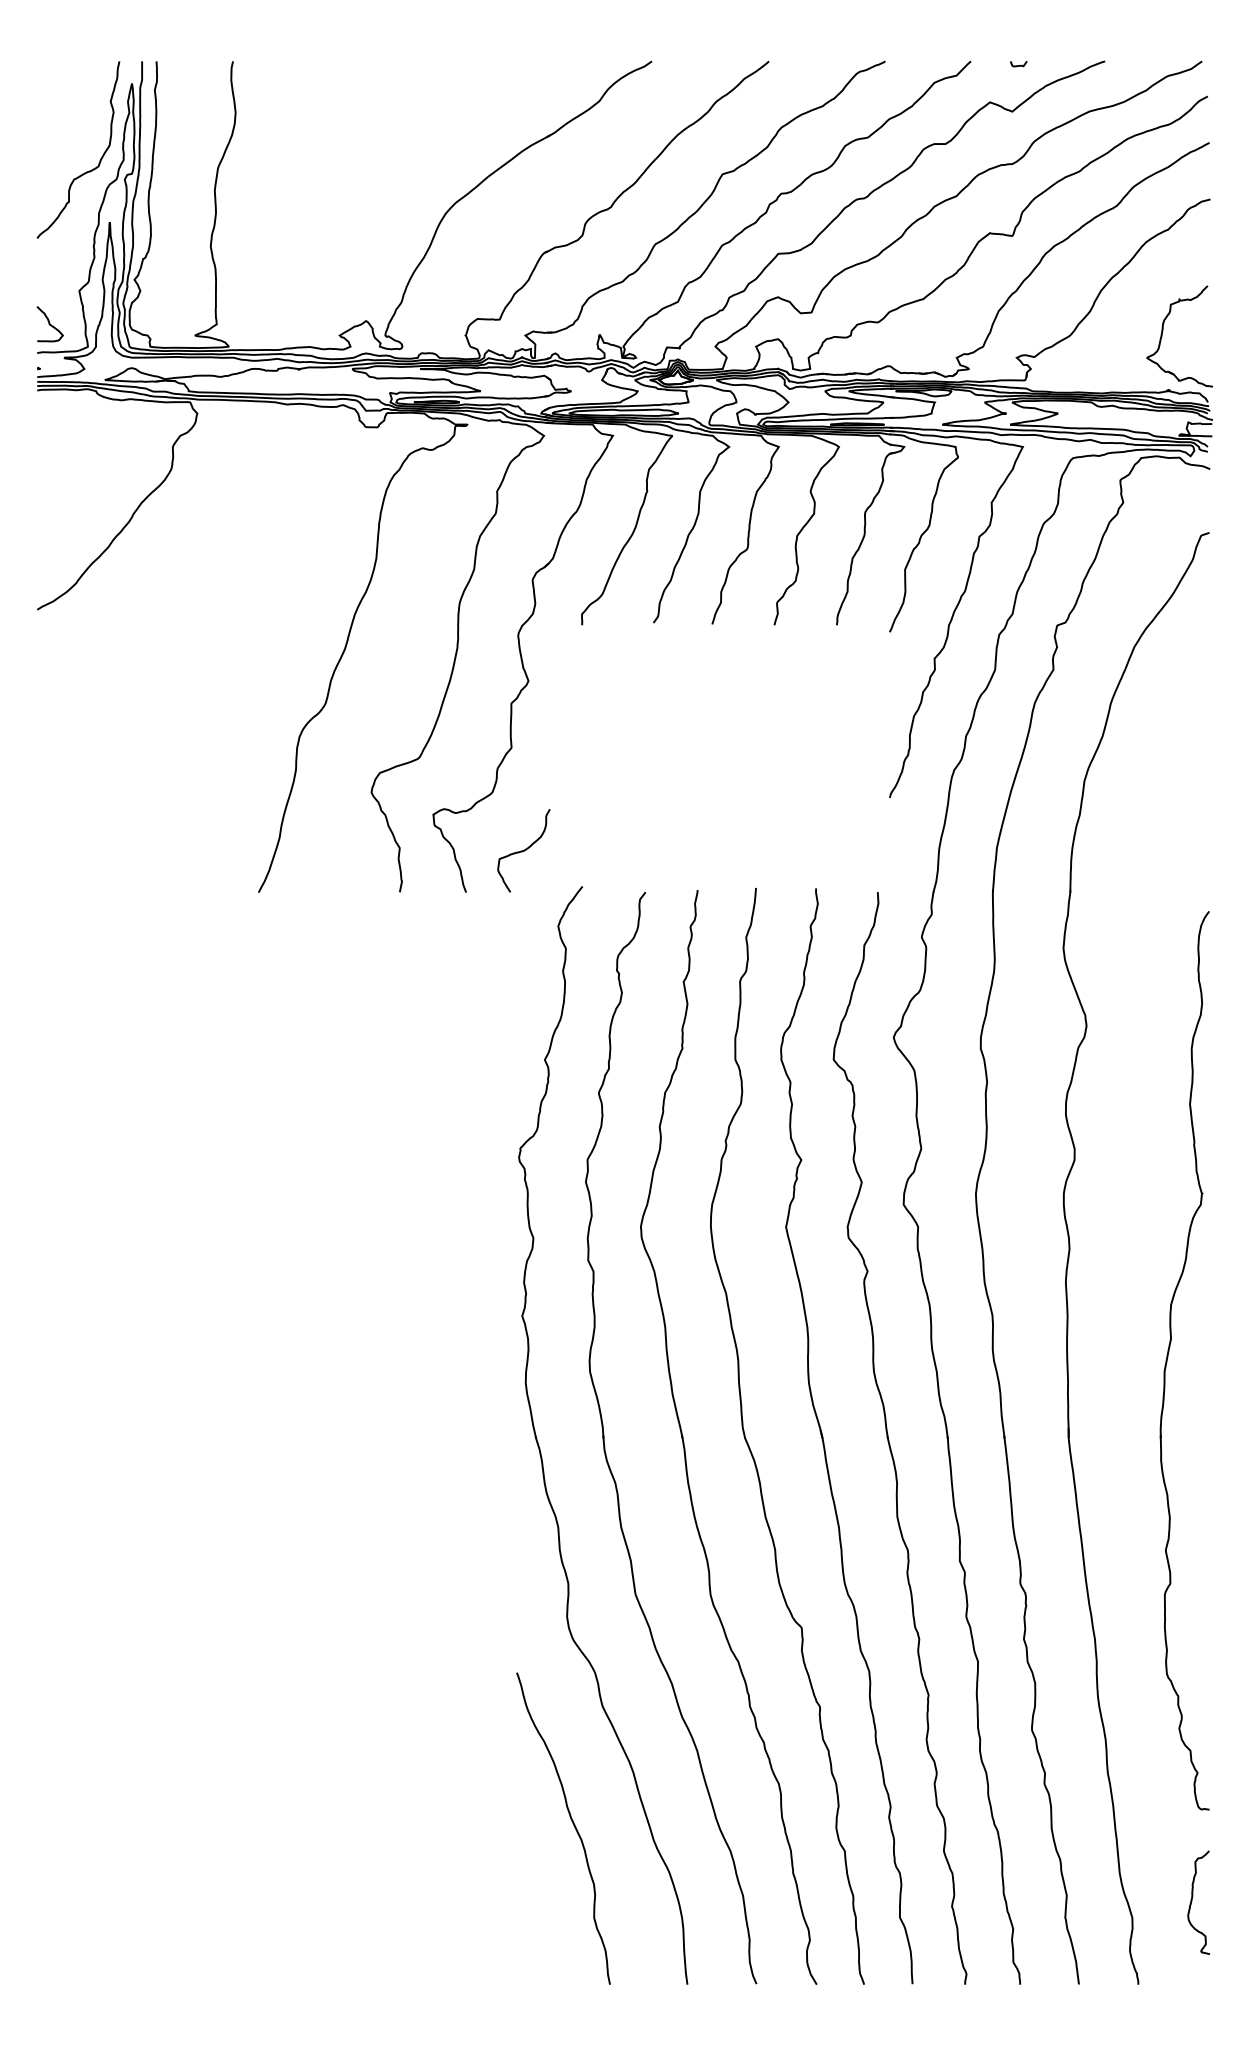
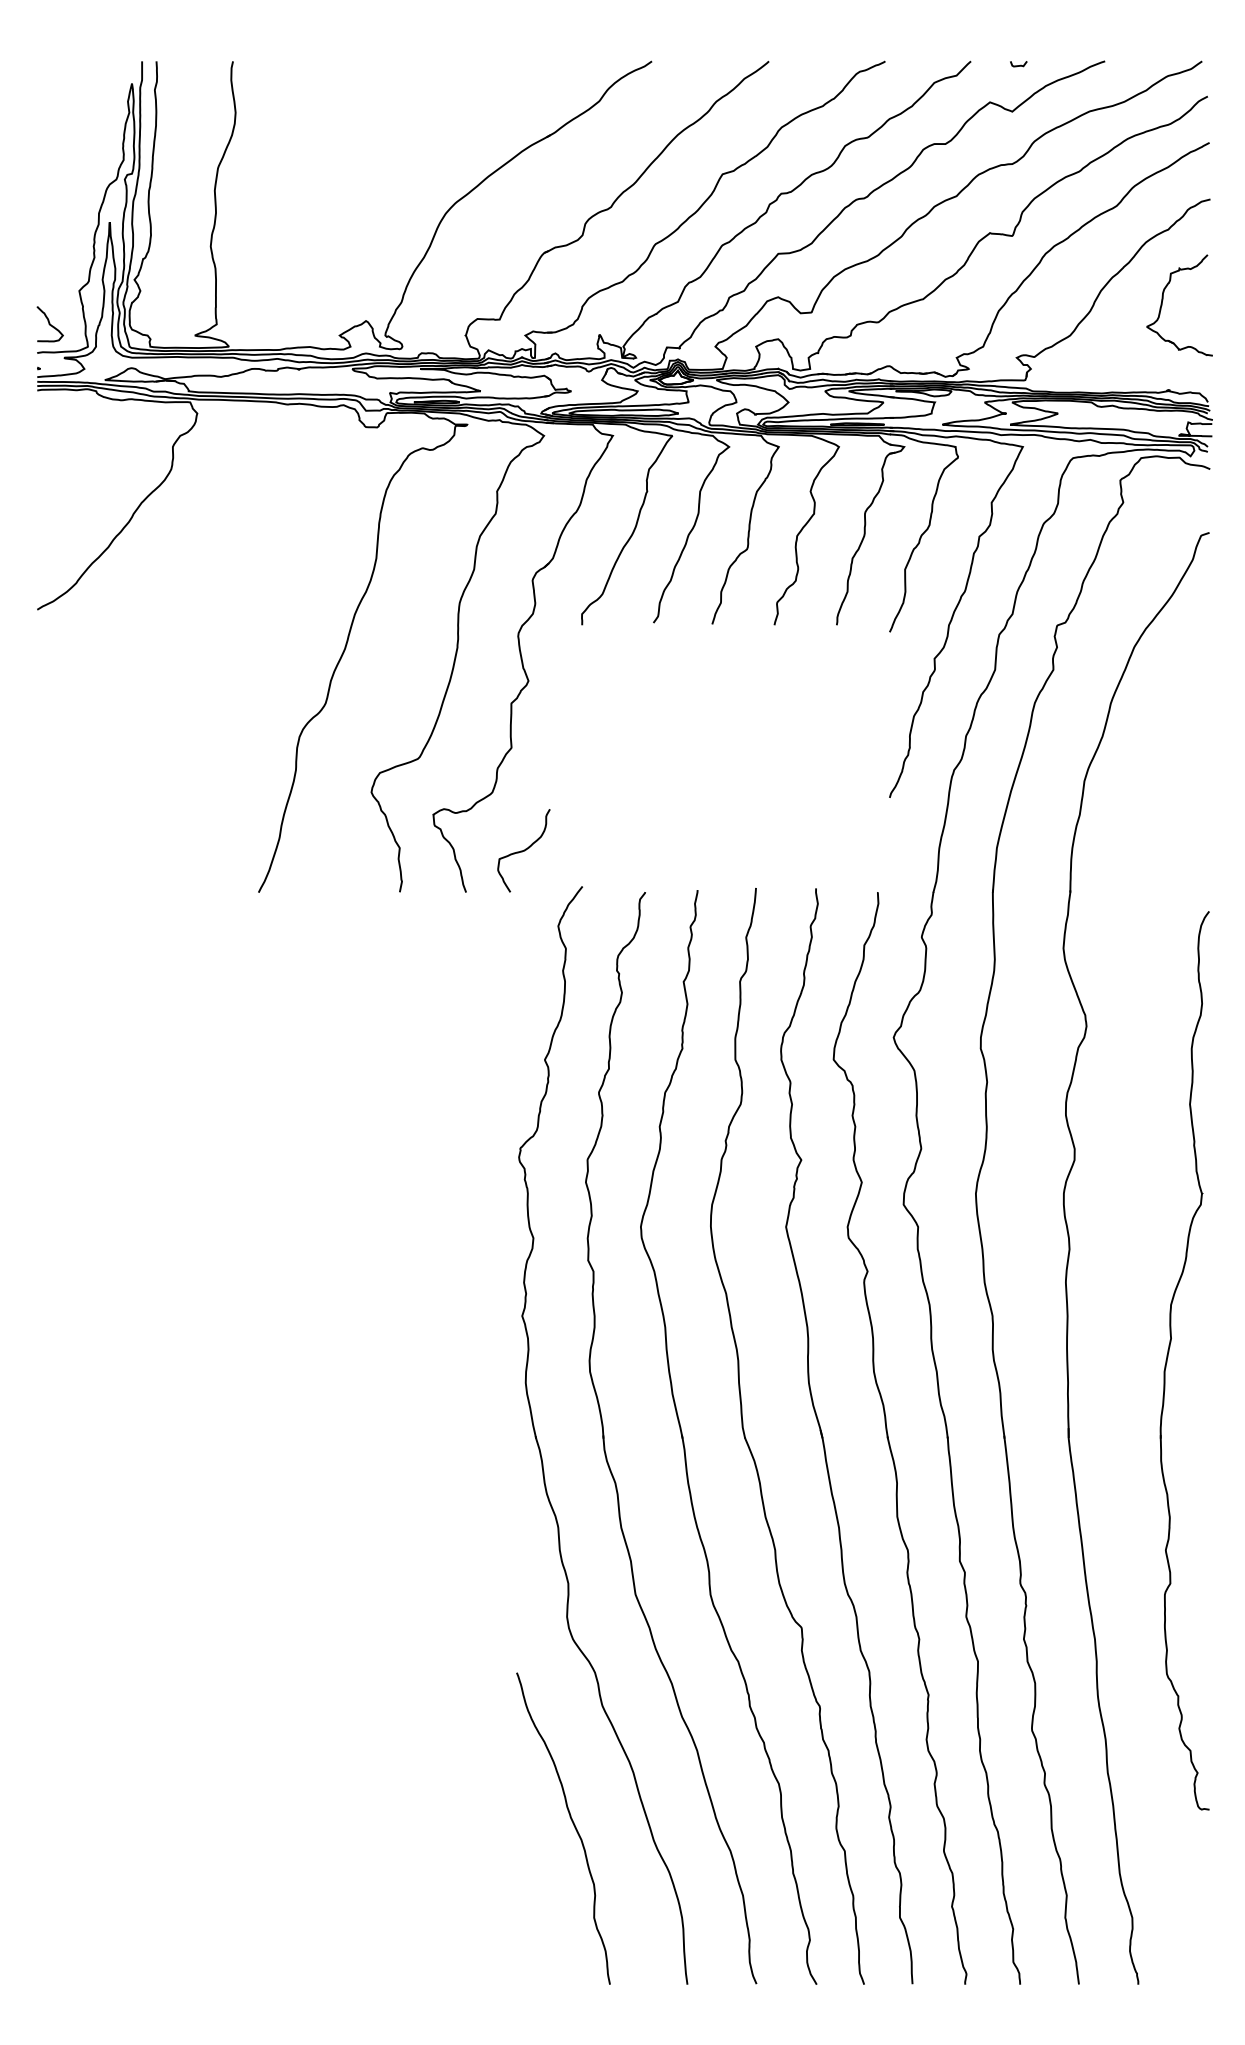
curve at (86, 171): present -> none
part at (1163, 331) position: (1163, 331) -> (1163, 300)
curve at (1192, 1901): present -> none
